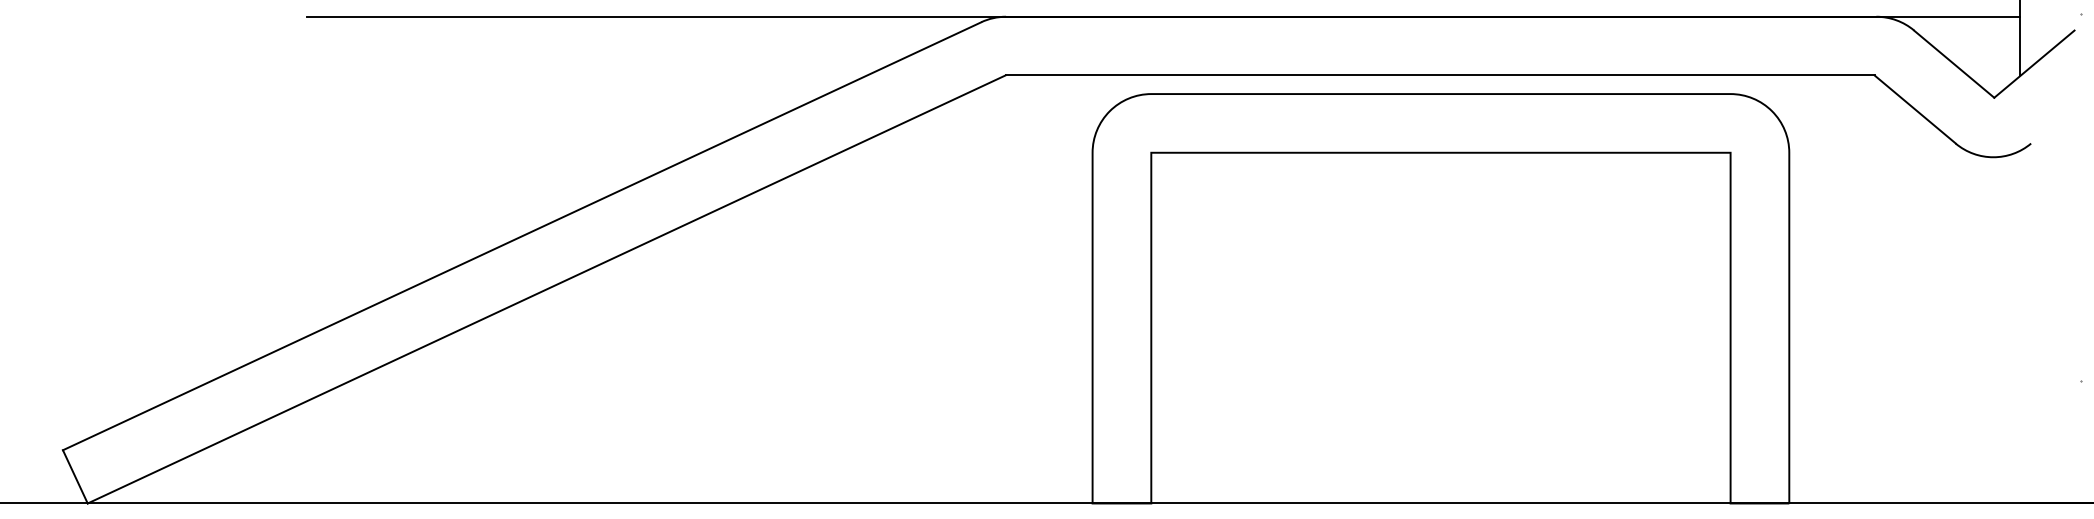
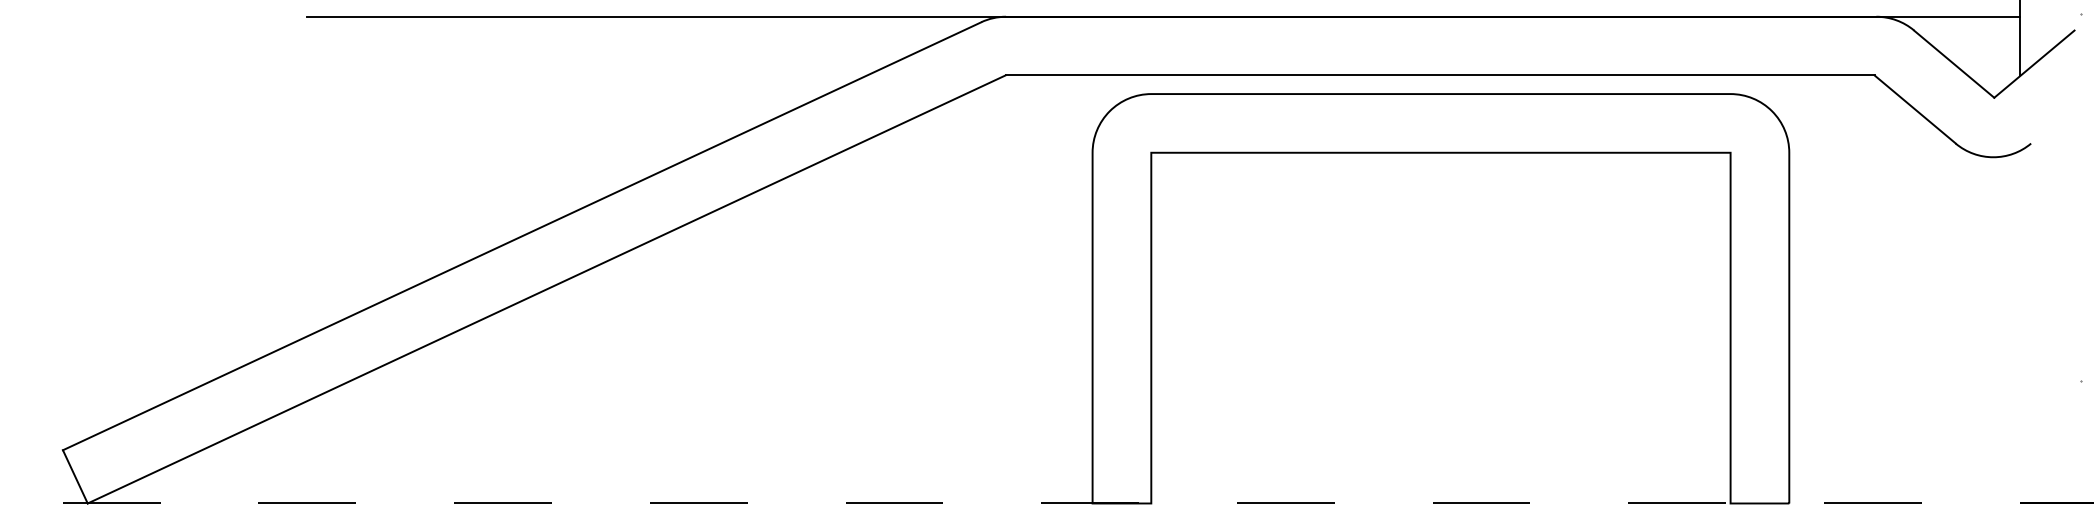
line at (1046, 503): solid -> dashed
